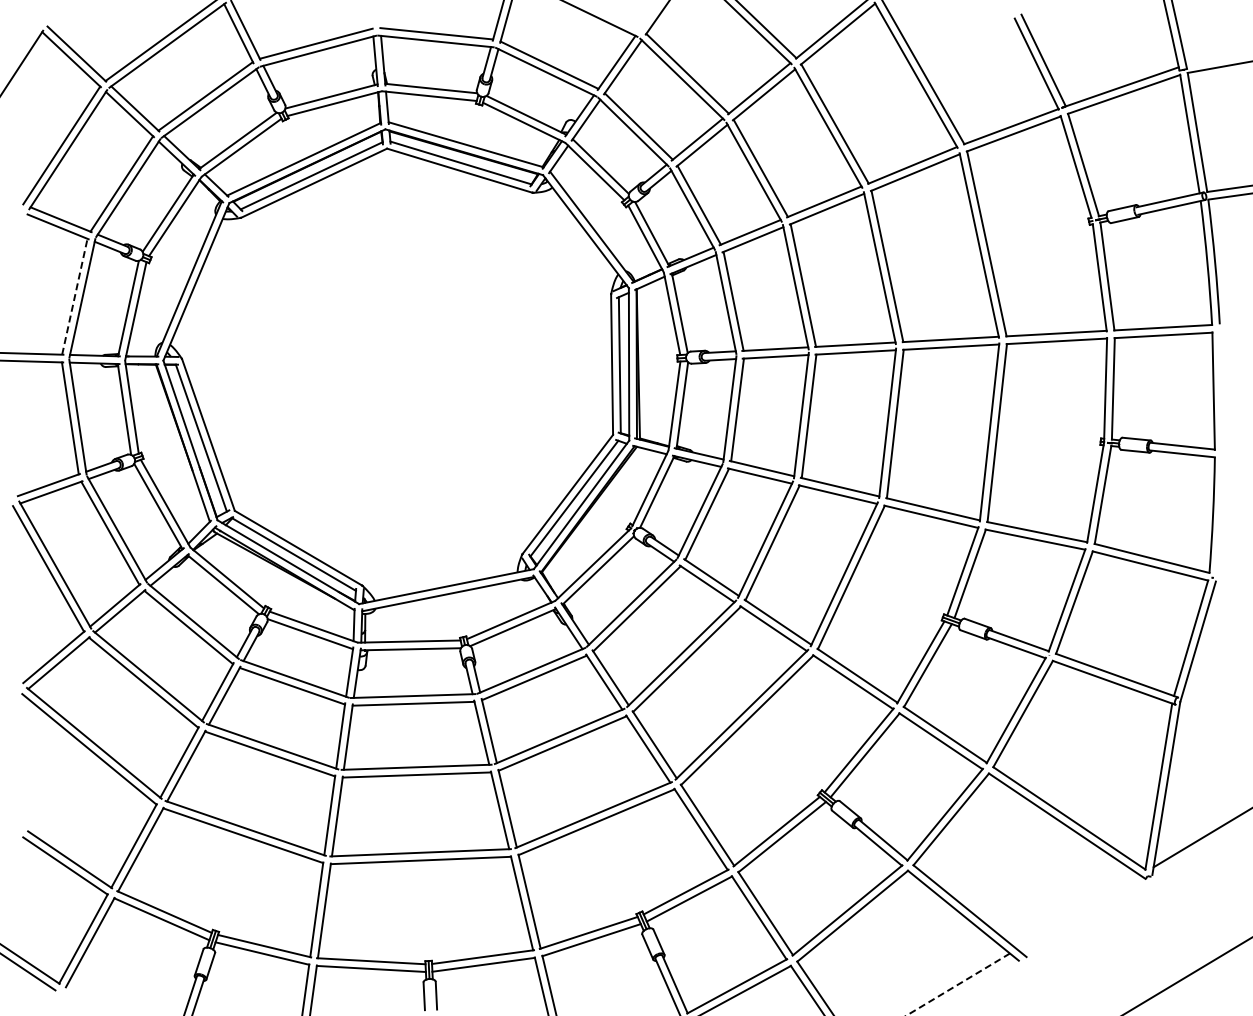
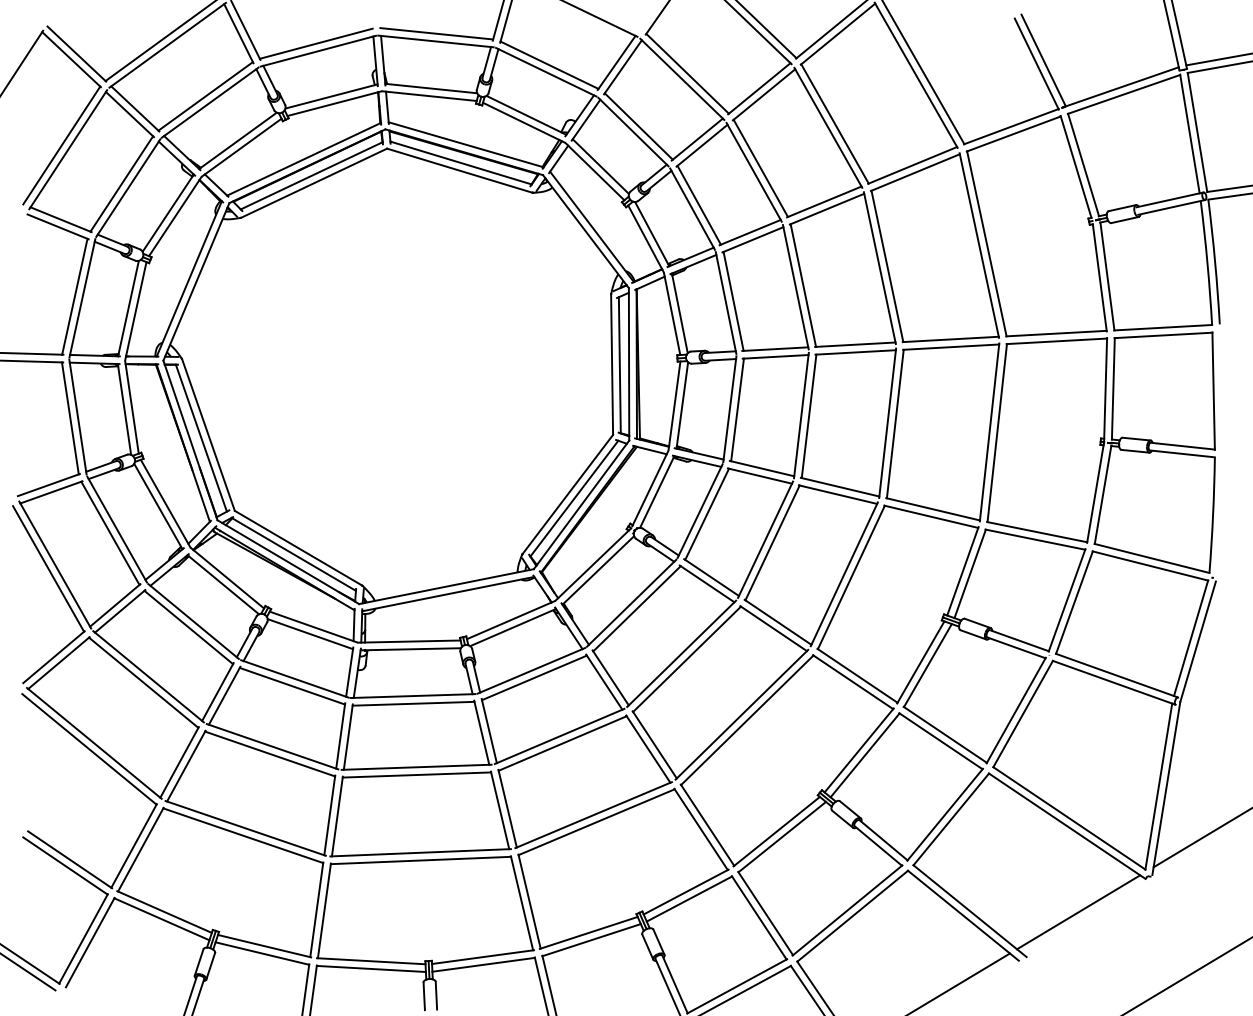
line at (1217, 59): none -> present
line at (74, 296): dashed -> solid
line at (1078, 912): none -> present
line at (957, 984): dashed -> solid
